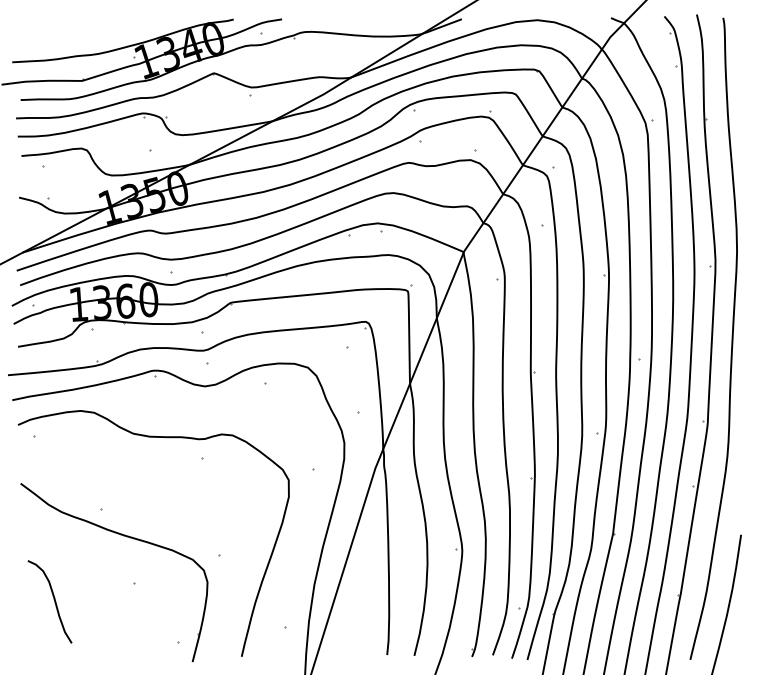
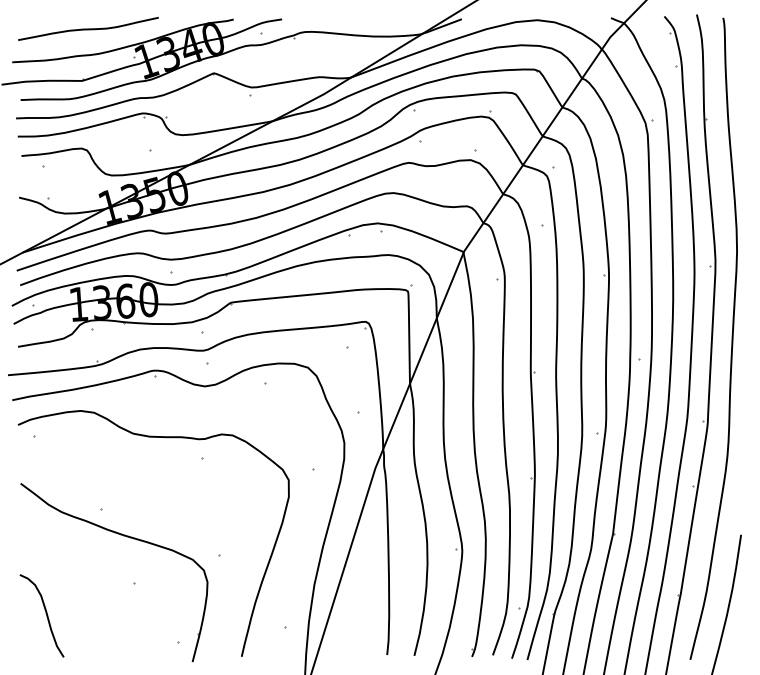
curve at (88, 28): none -> present
curve at (53, 599) position: (53, 599) -> (45, 613)
